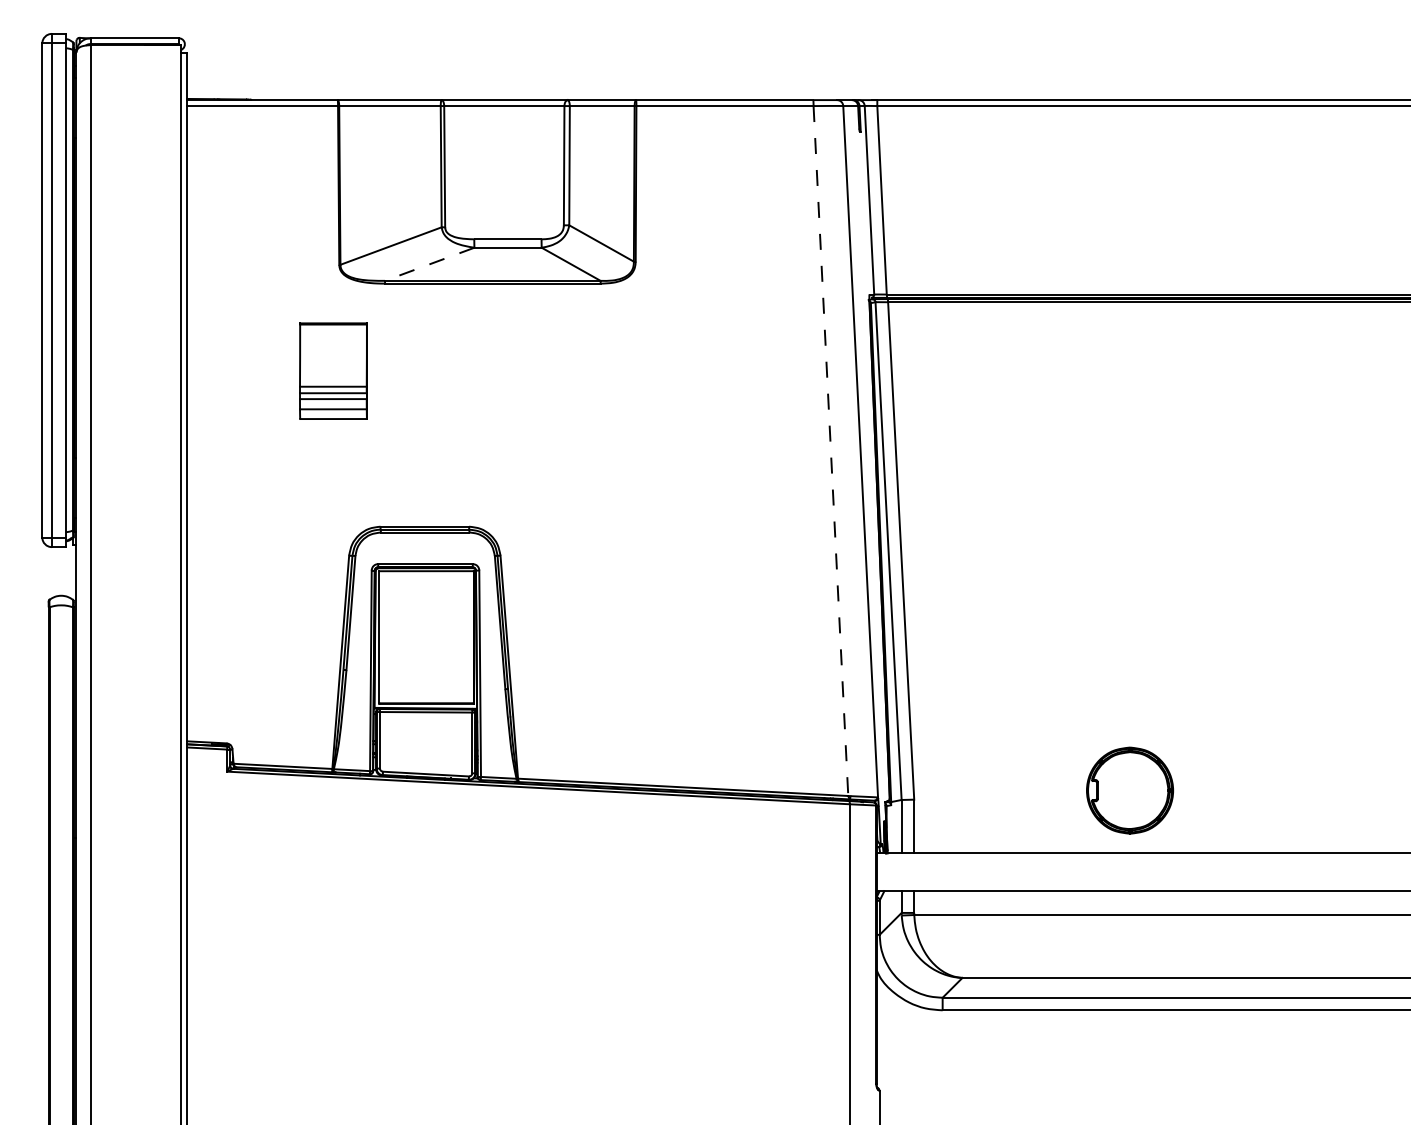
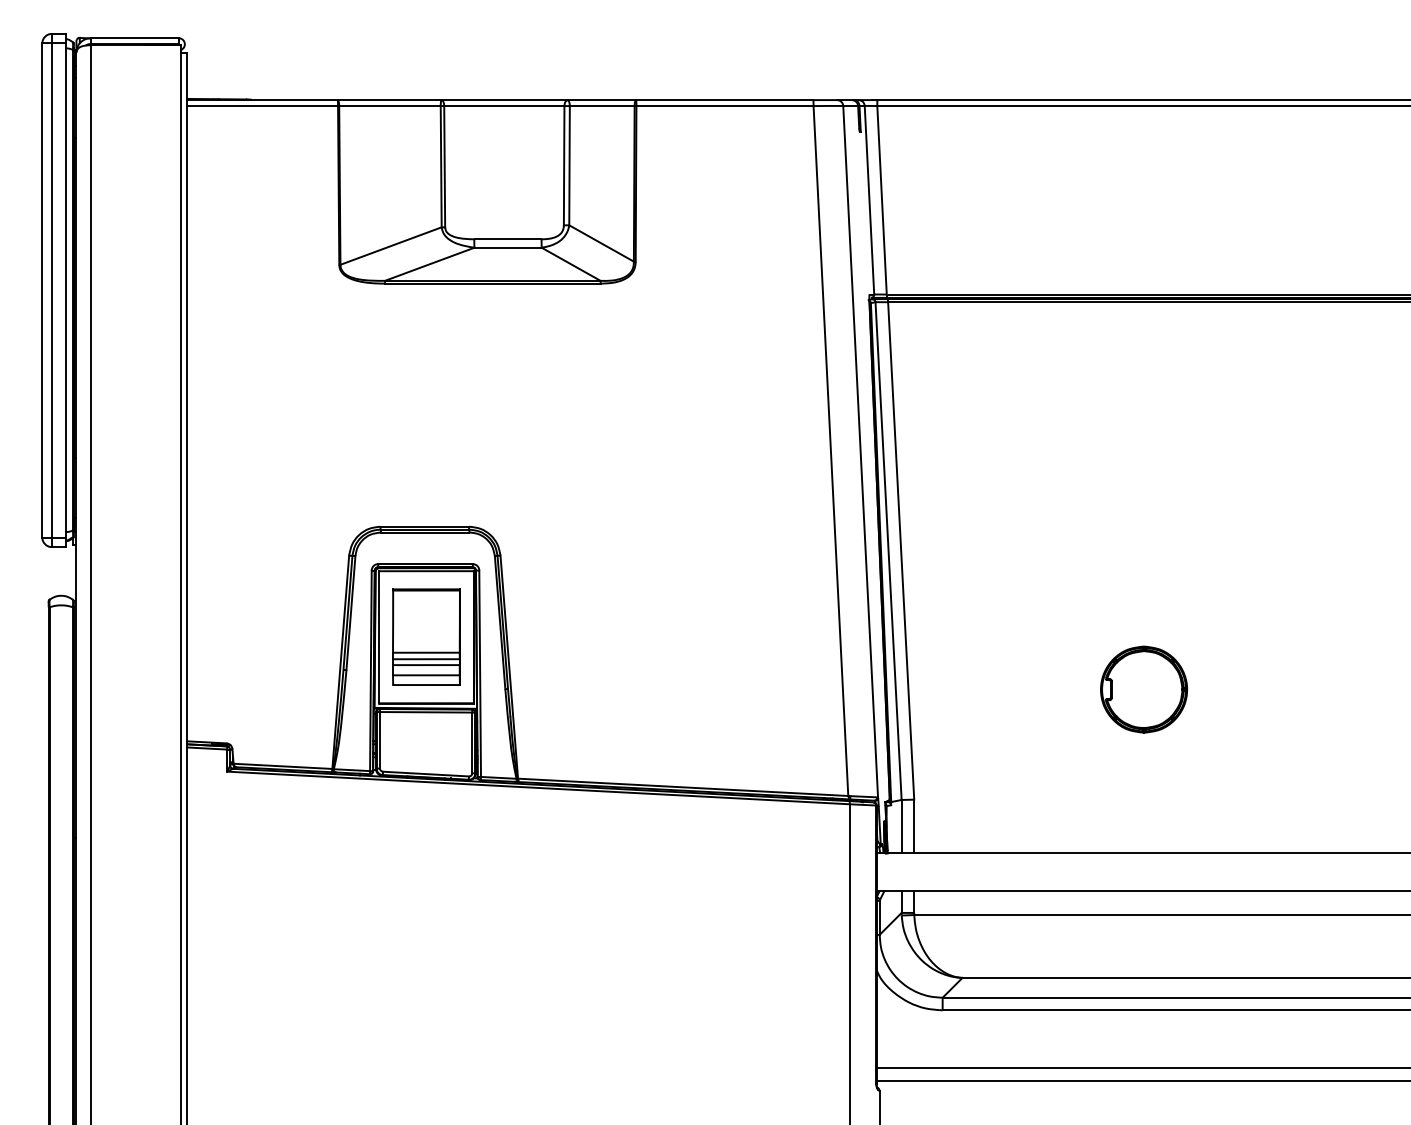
line at (429, 264): dashed -> solid
part at (333, 370) position: (333, 370) -> (426, 636)
line at (830, 451): dashed -> solid
part at (1130, 790) position: (1130, 790) -> (1144, 689)
line at (1141, 1068): none -> present
line at (1141, 1080): none -> present
